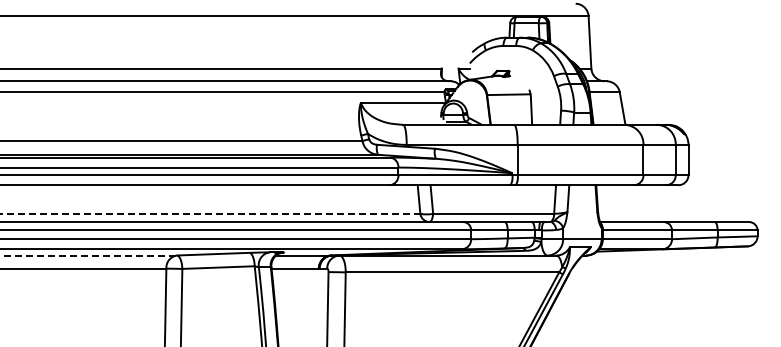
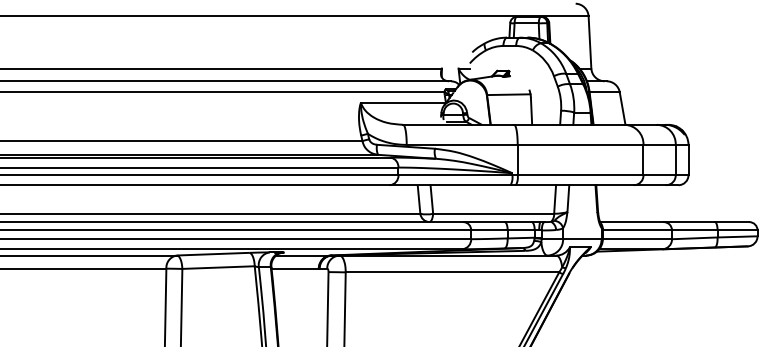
line at (210, 213): dashed -> solid
line at (89, 255): dashed -> solid
